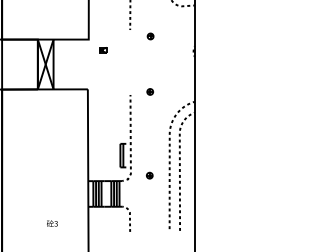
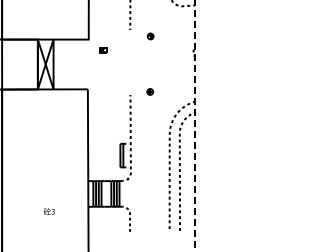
line at (194, 125): solid -> dashed
part at (149, 175): present -> none
text at (52, 223) position: (52, 223) -> (49, 211)
